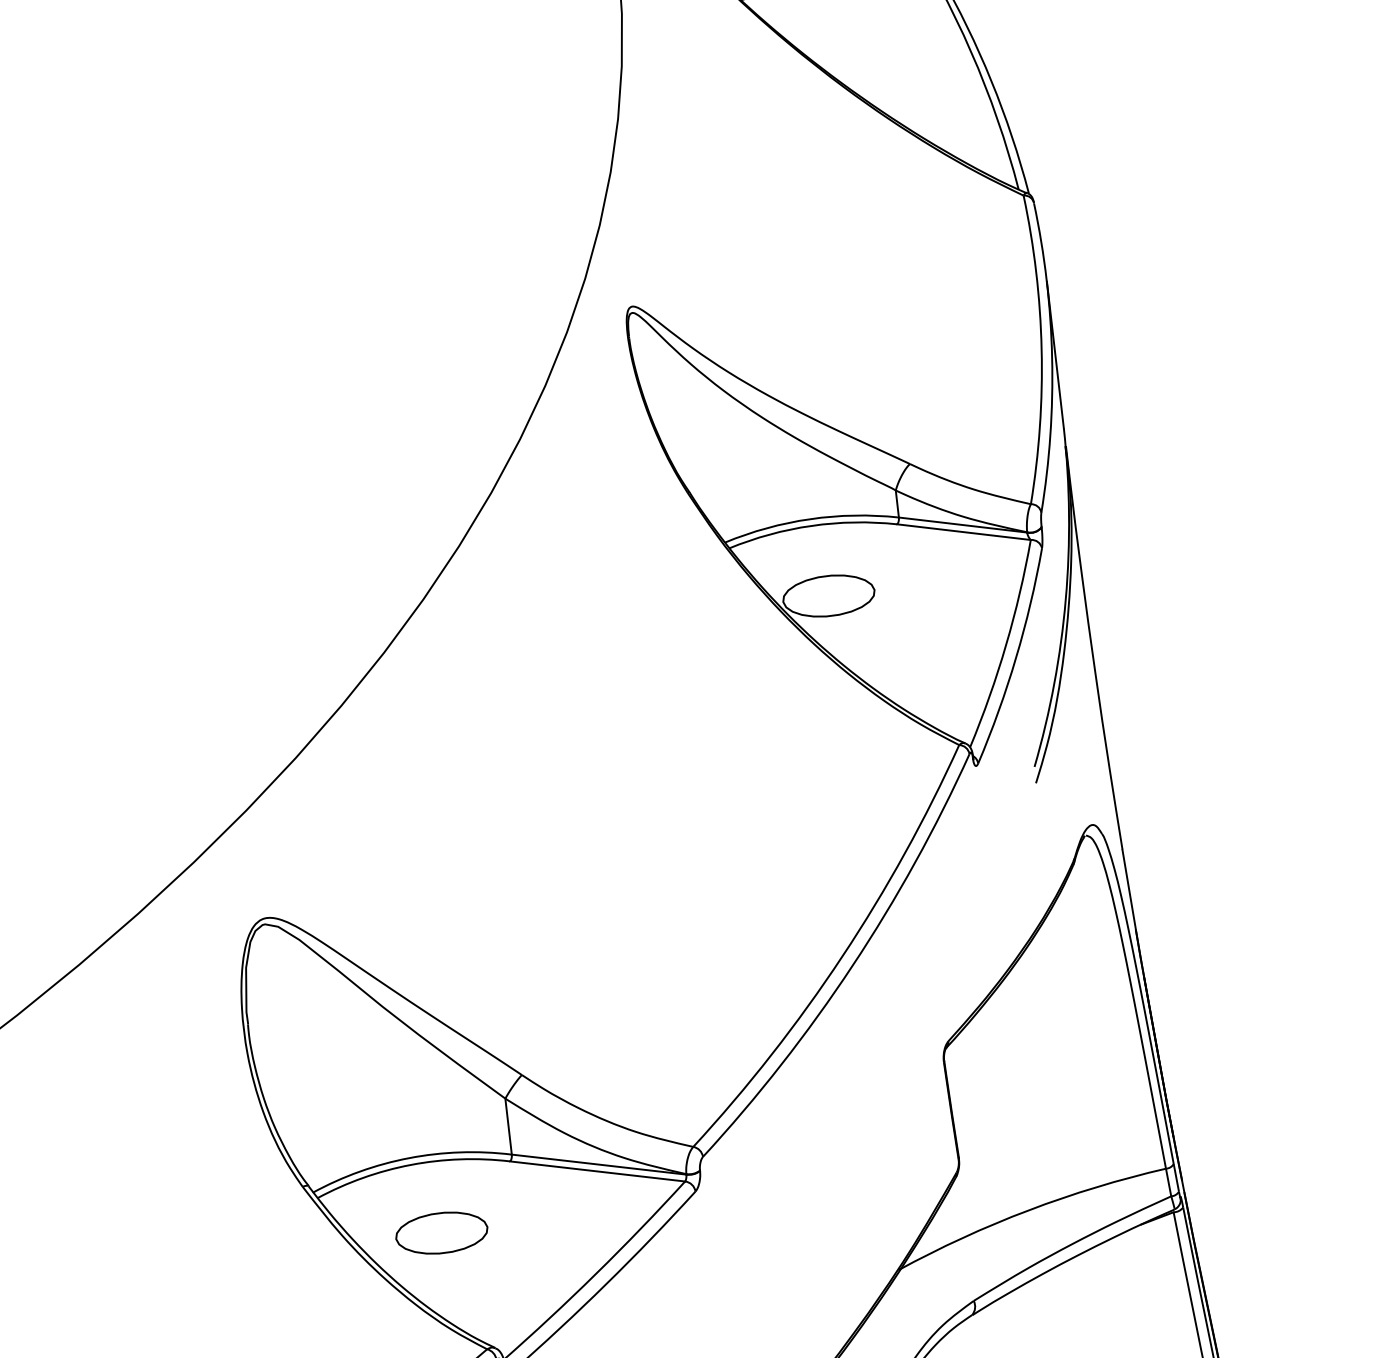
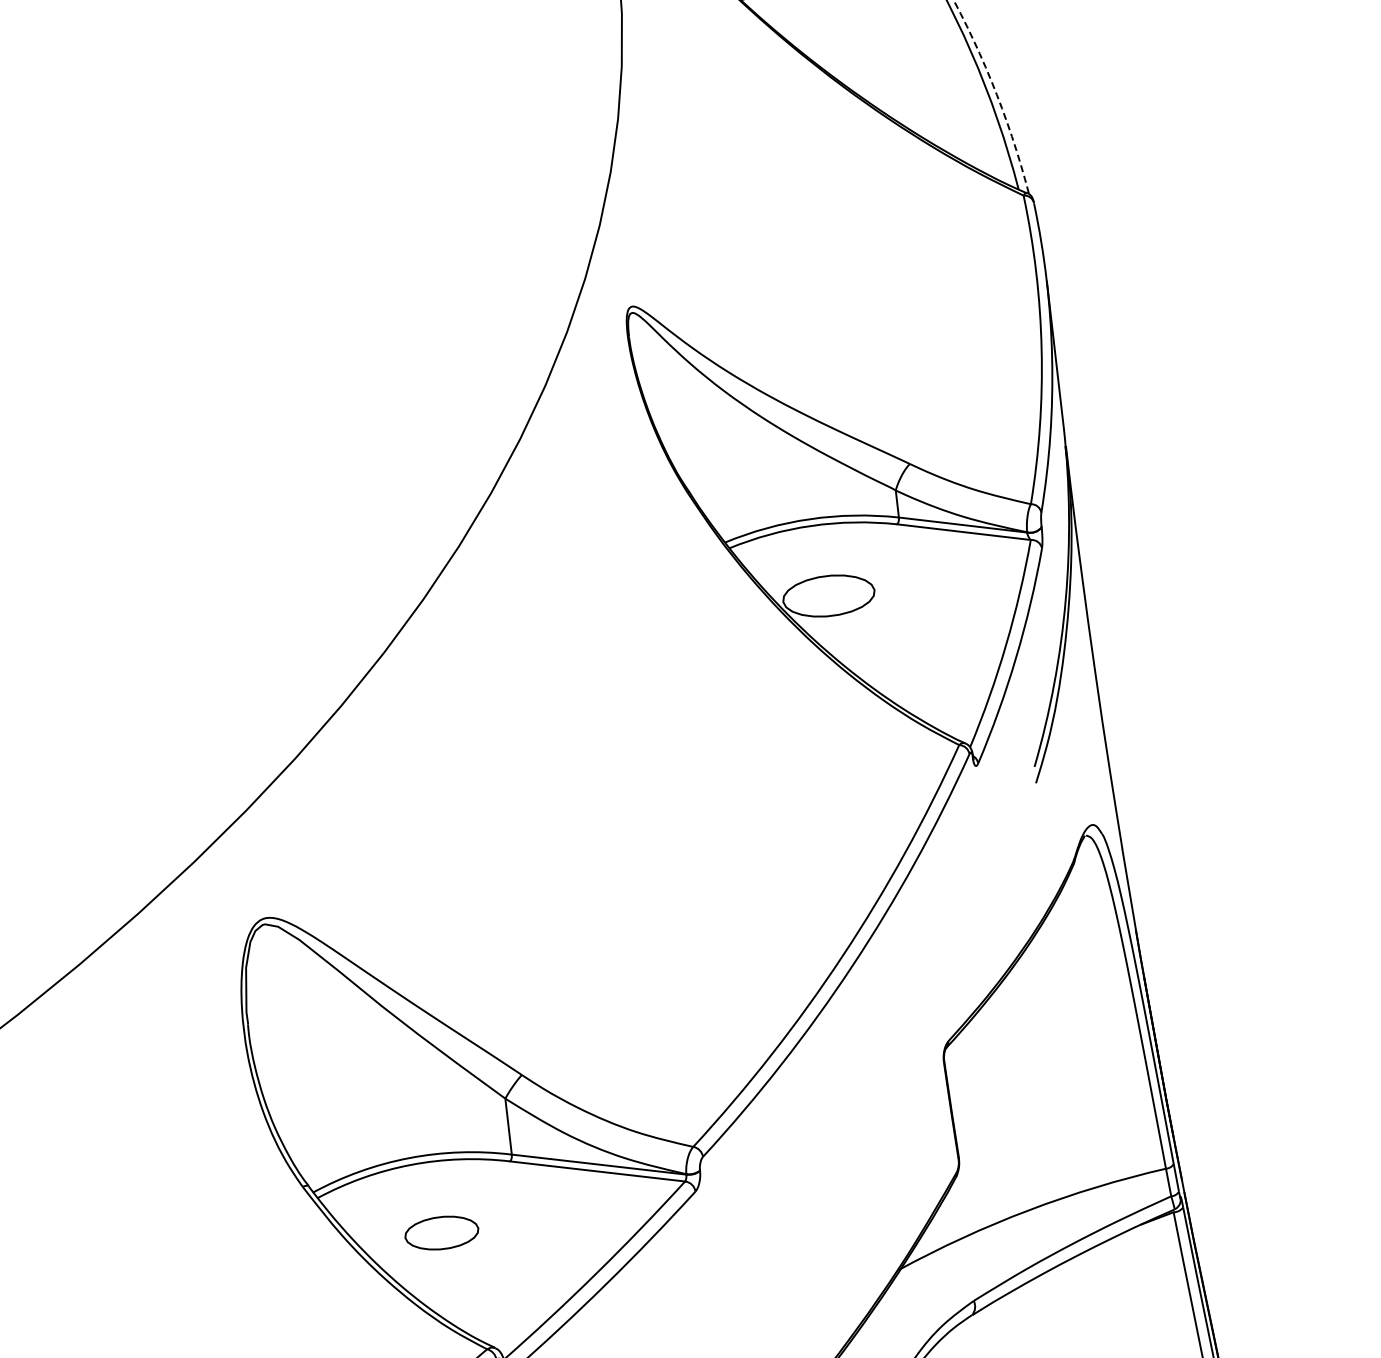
arc at (996, 93): solid -> dashed
part at (441, 1232) size: 94x44 px -> 76x36 px
